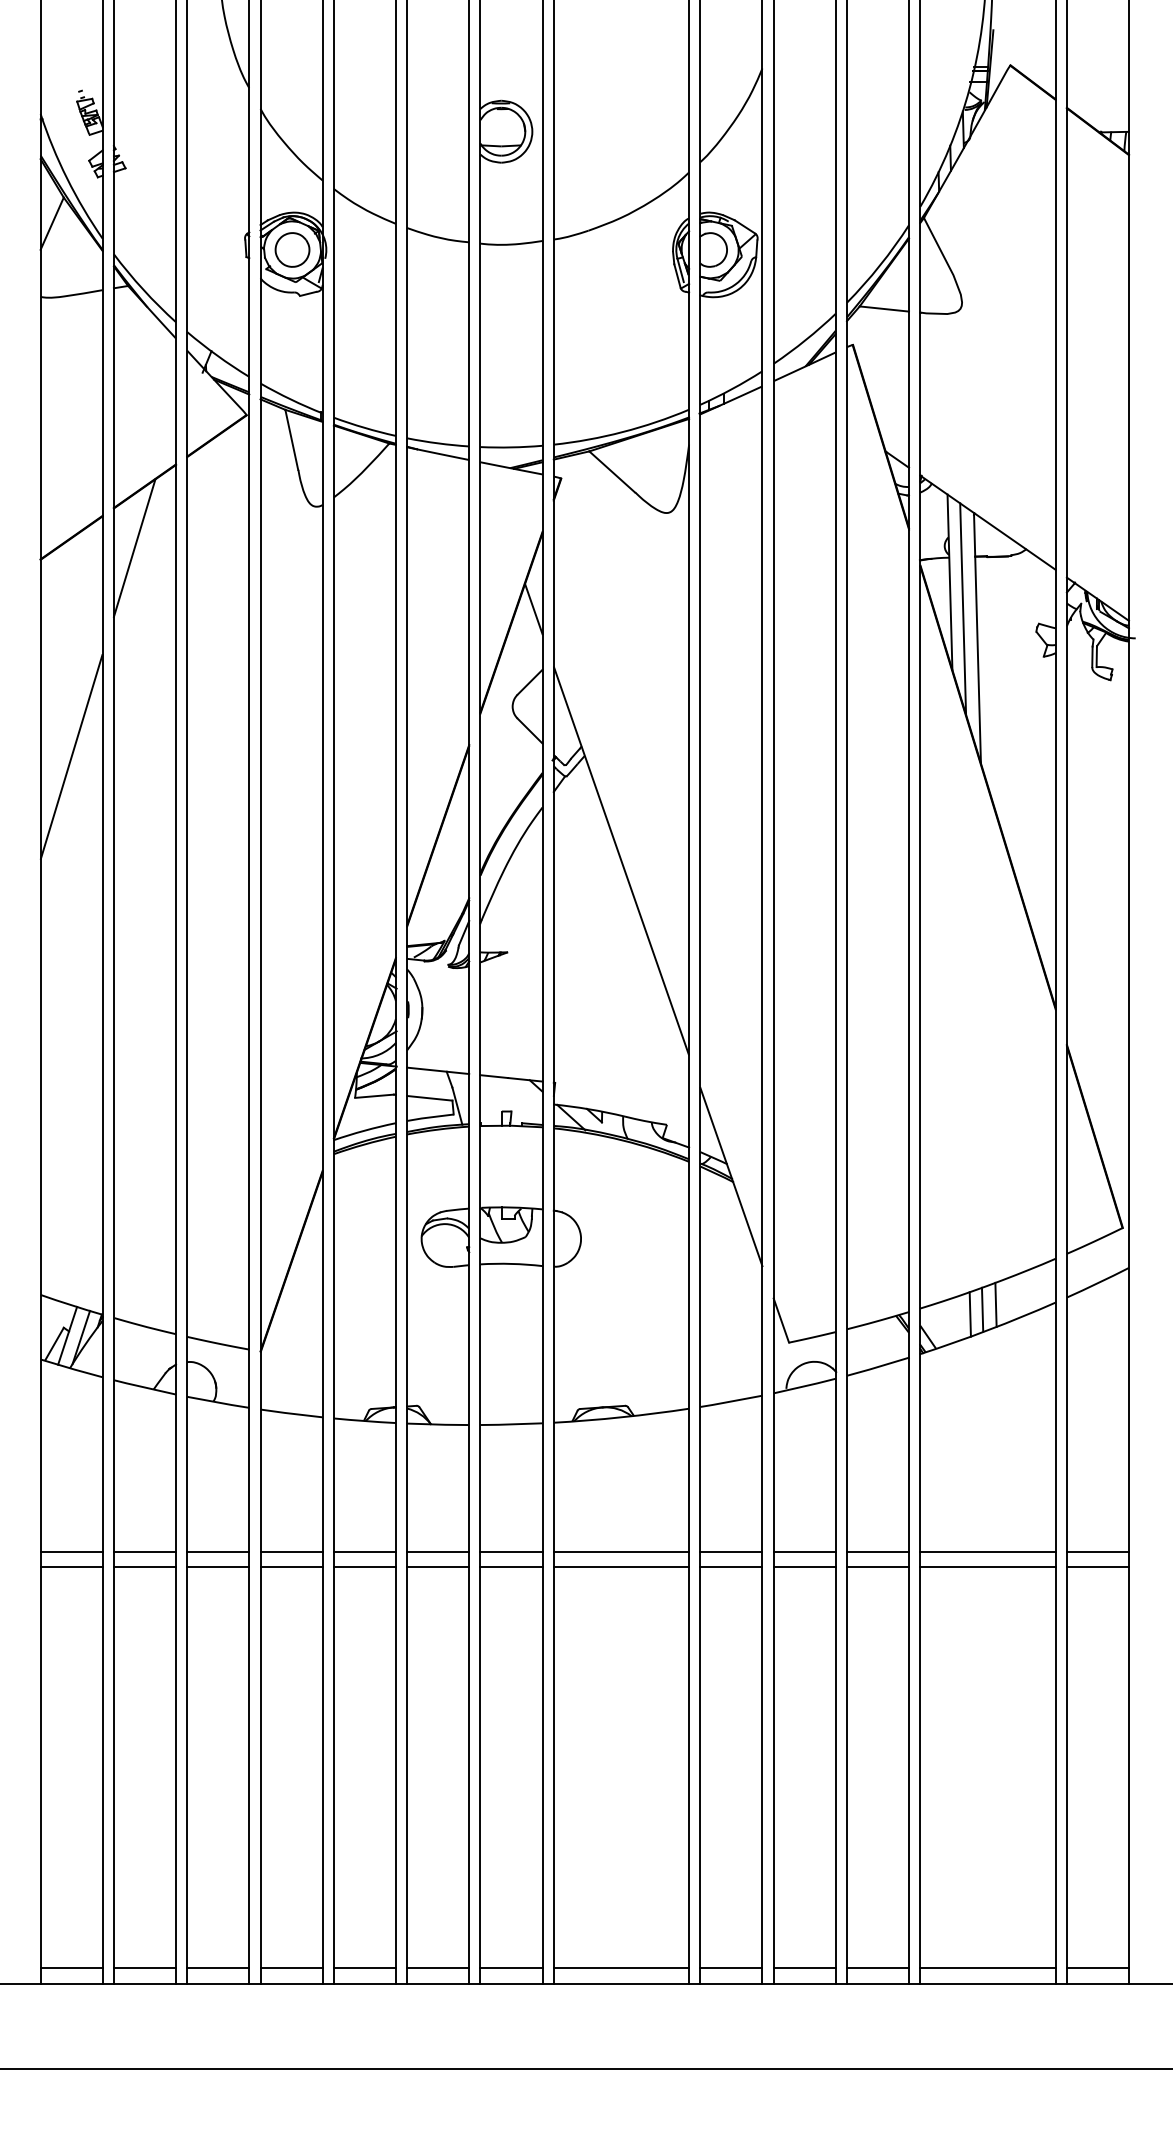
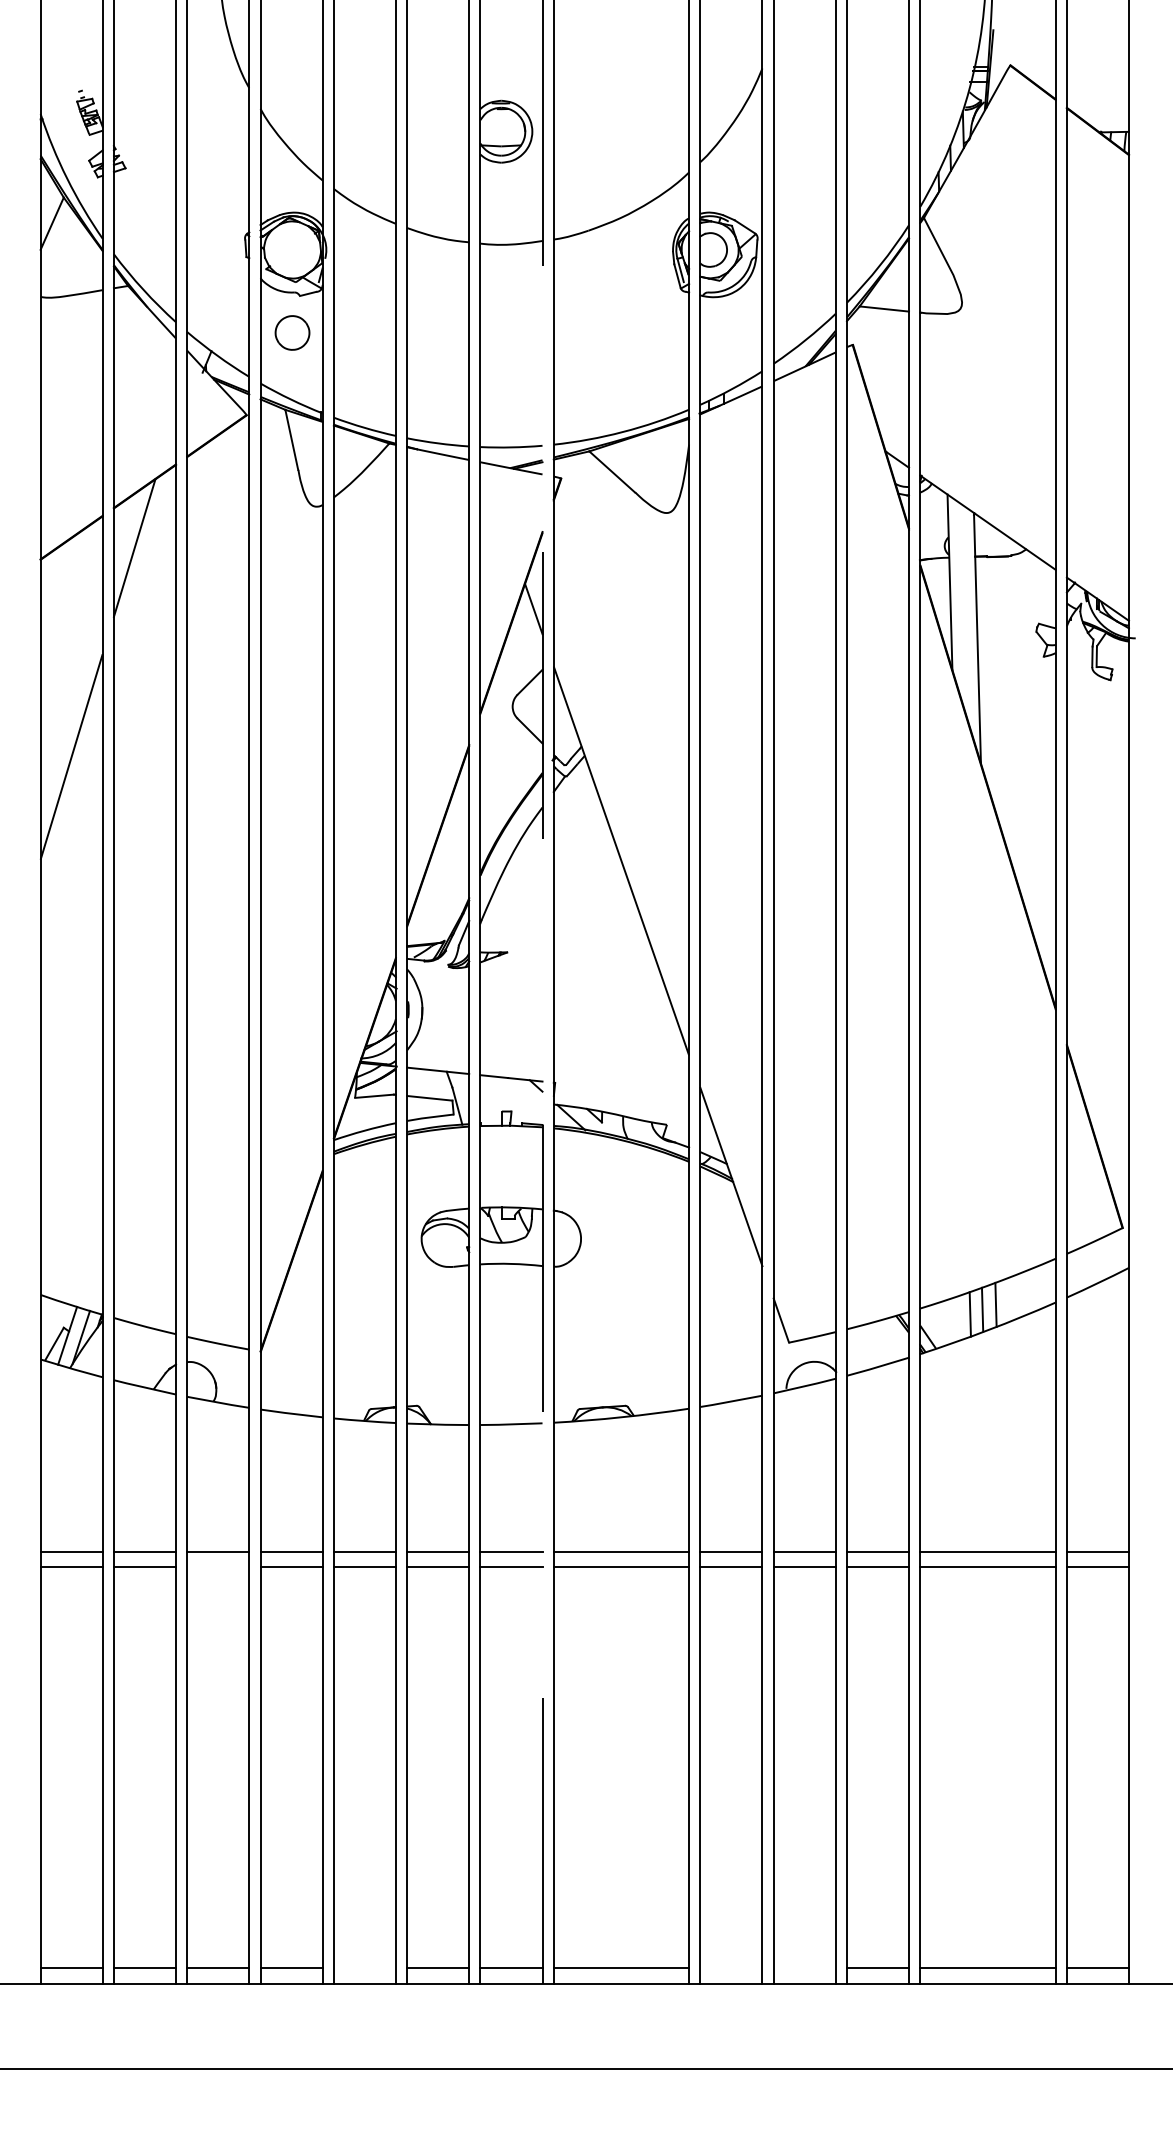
part at (292, 249) position: (292, 249) -> (292, 332)
line at (963, 608): present -> none
line at (542, 992): solid -> dashed
line at (218, 1566): present -> none
line at (364, 1968): present -> none
line at (731, 1968): present -> none
line at (804, 1968): present -> none
